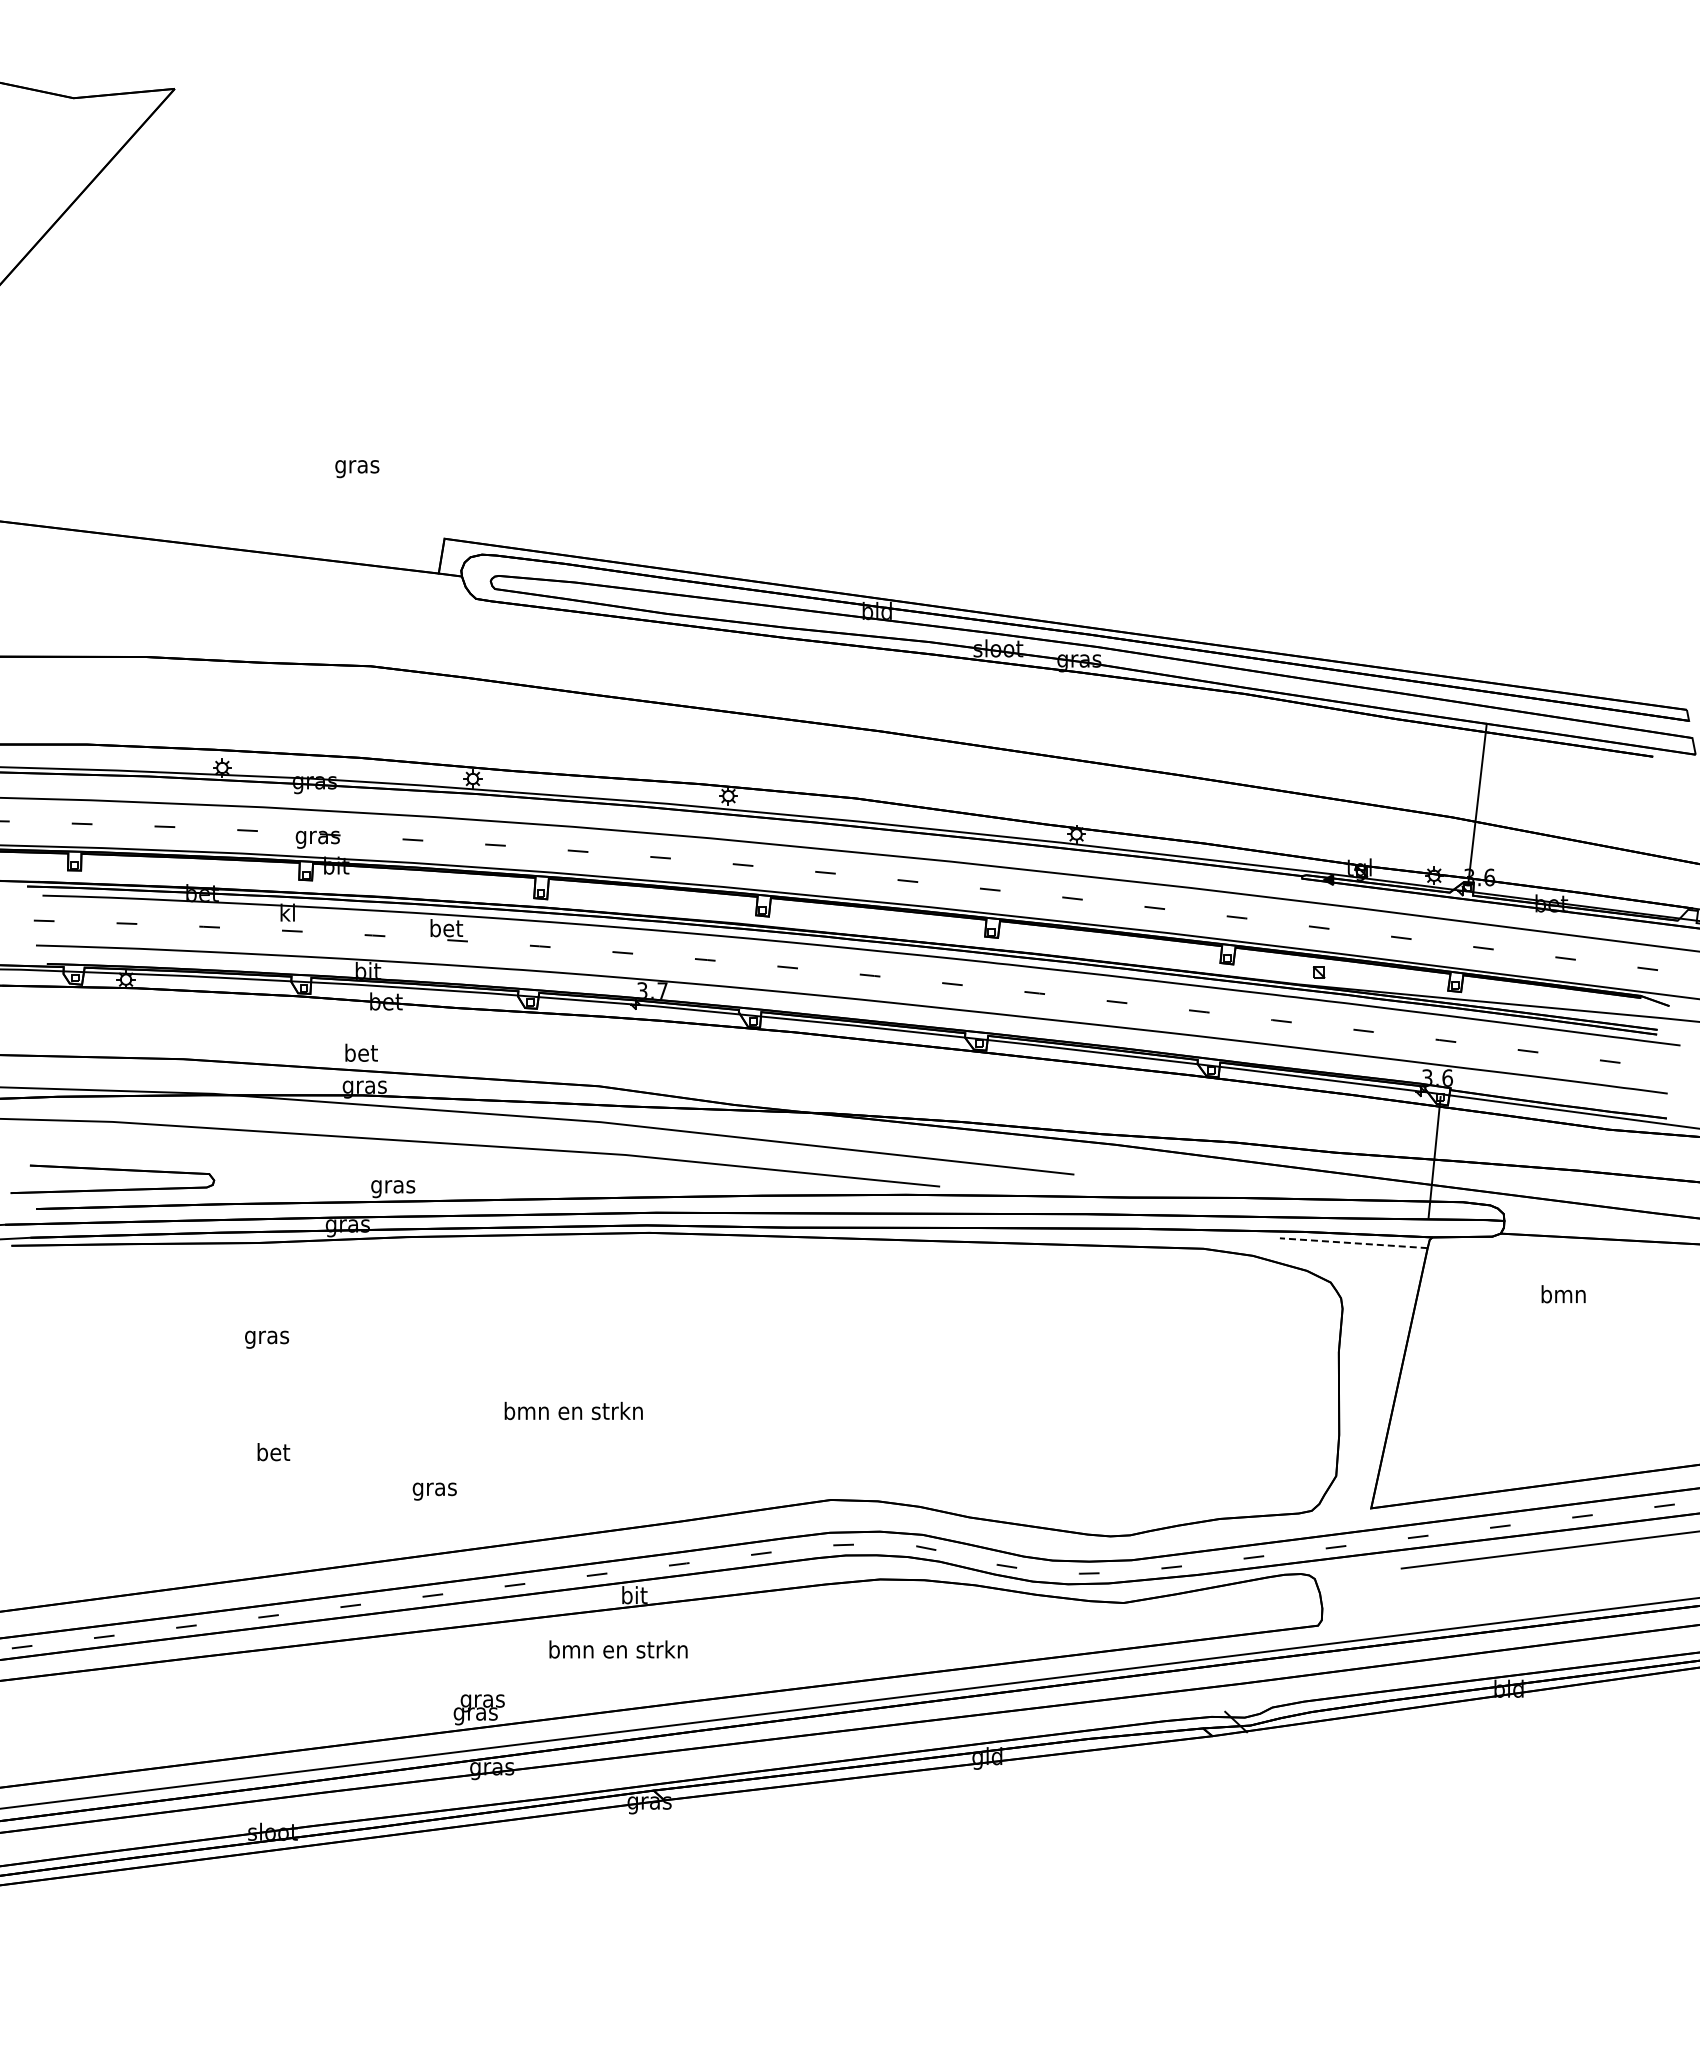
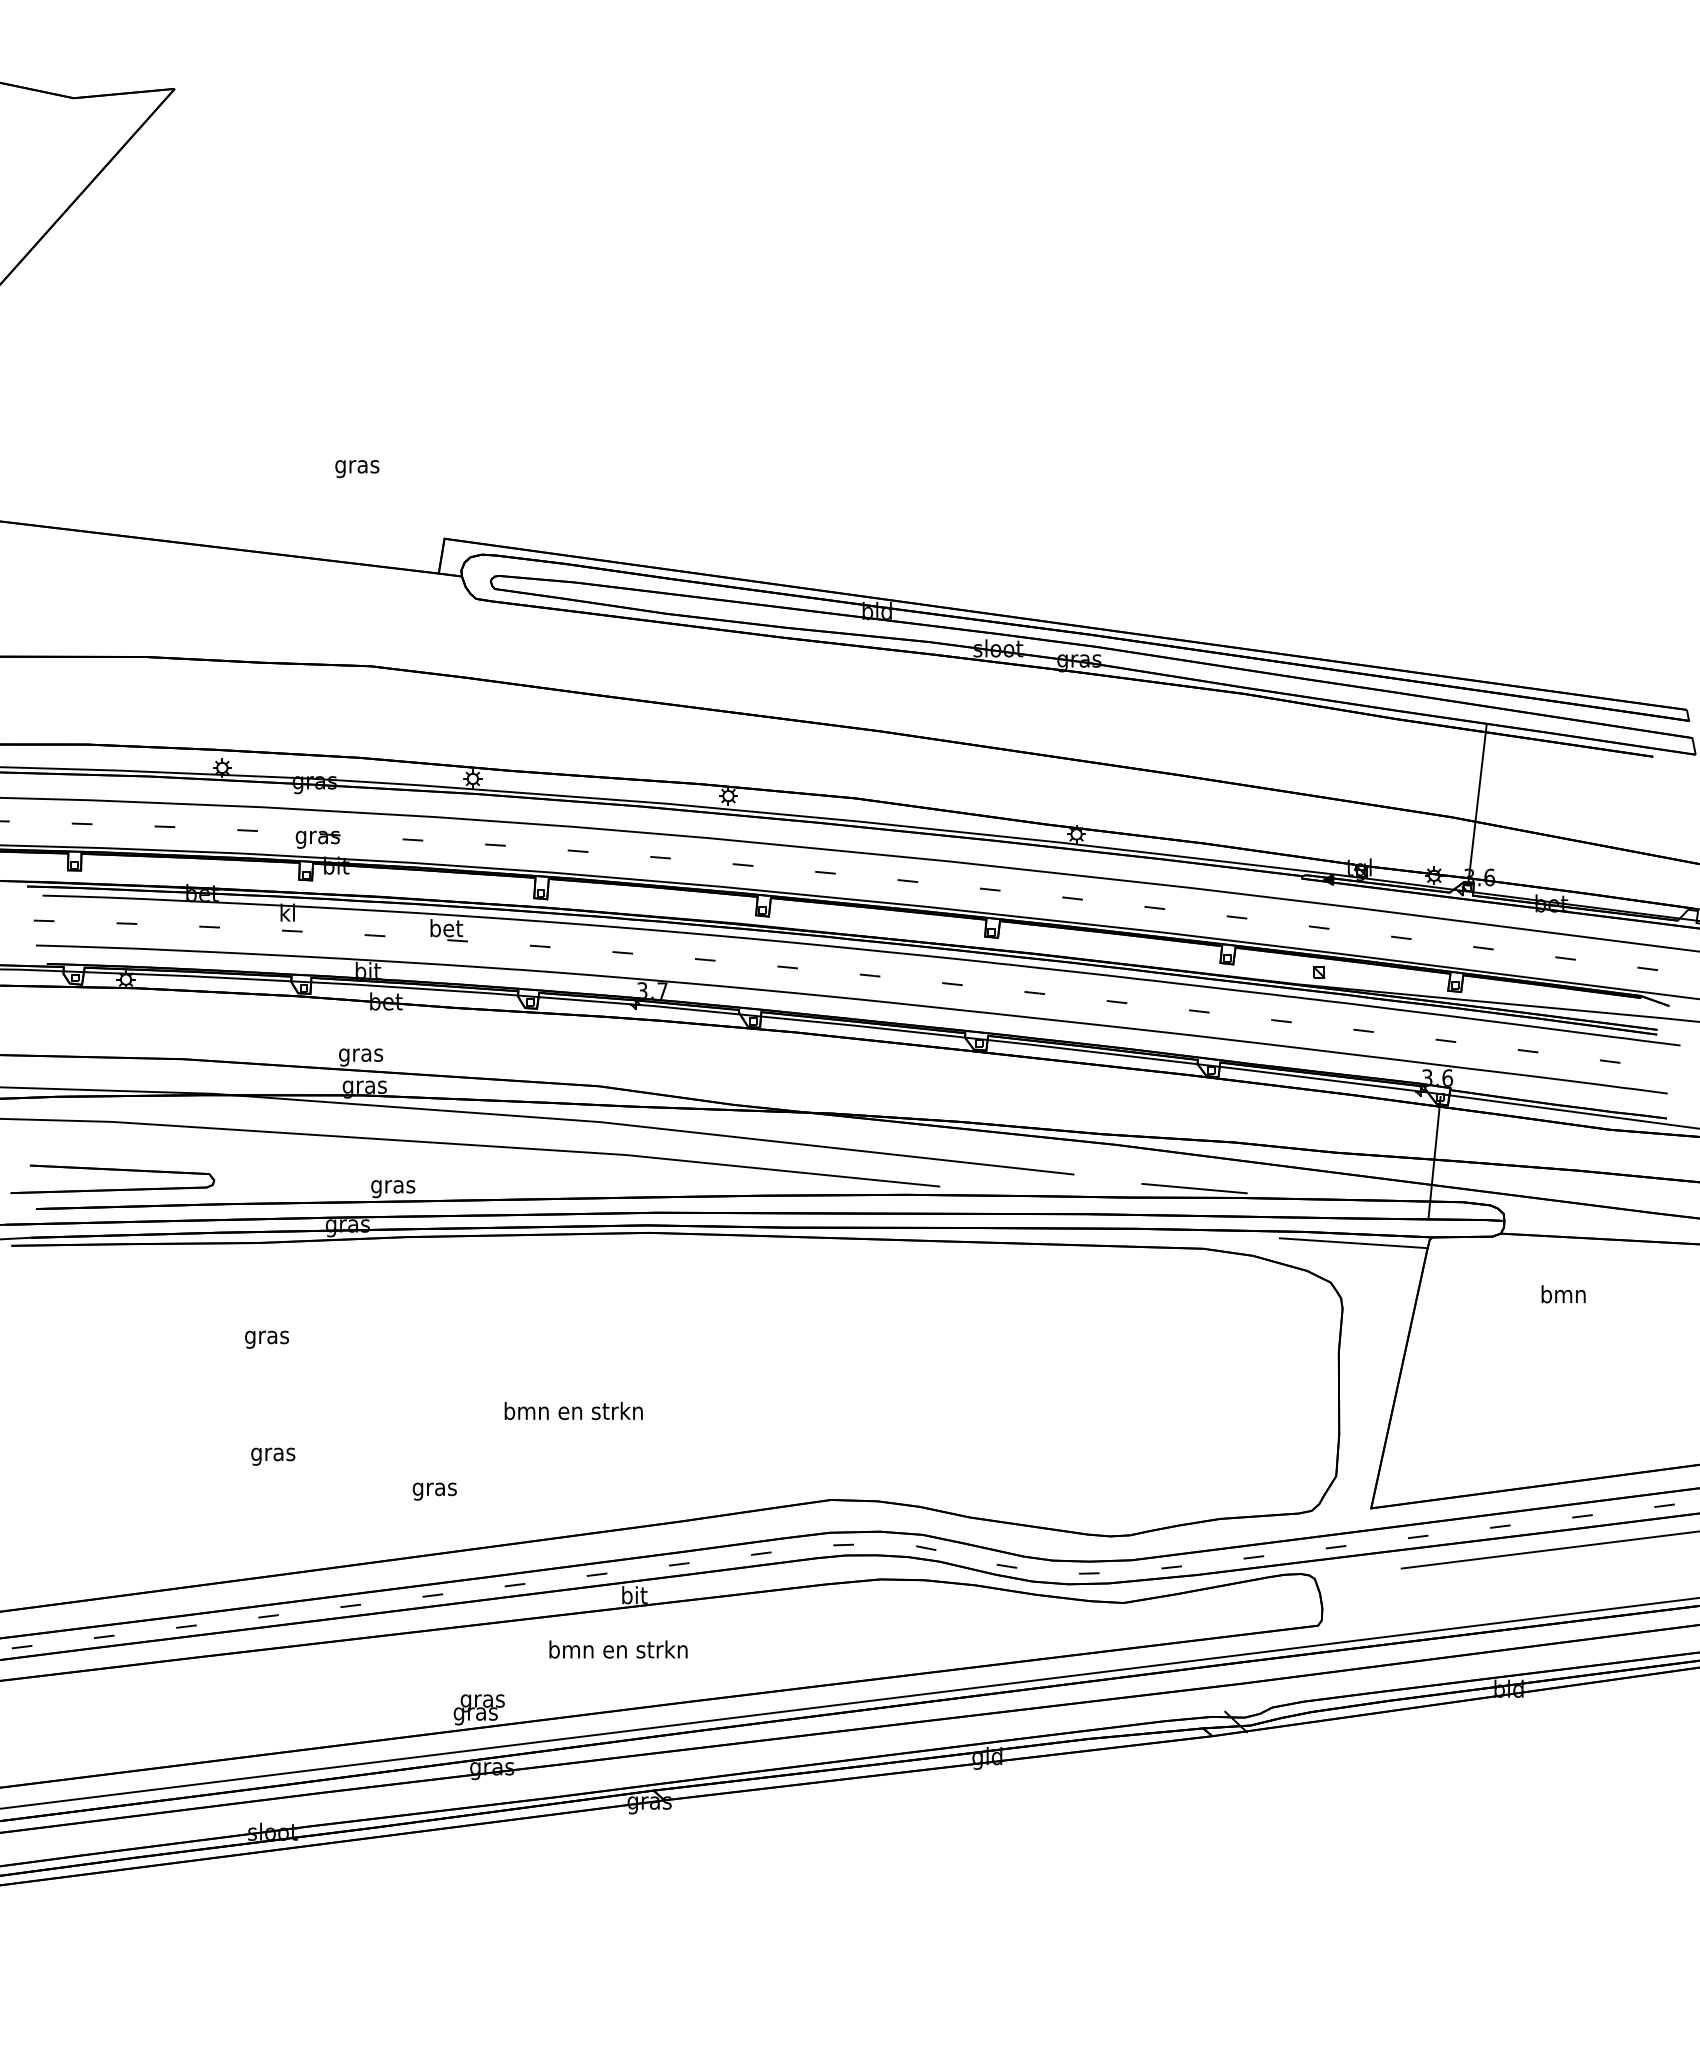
text at (361, 1054): bet -> gras
line at (1194, 1188): none -> present
line at (1353, 1243): dashed -> solid
text at (273, 1454): bet -> gras
